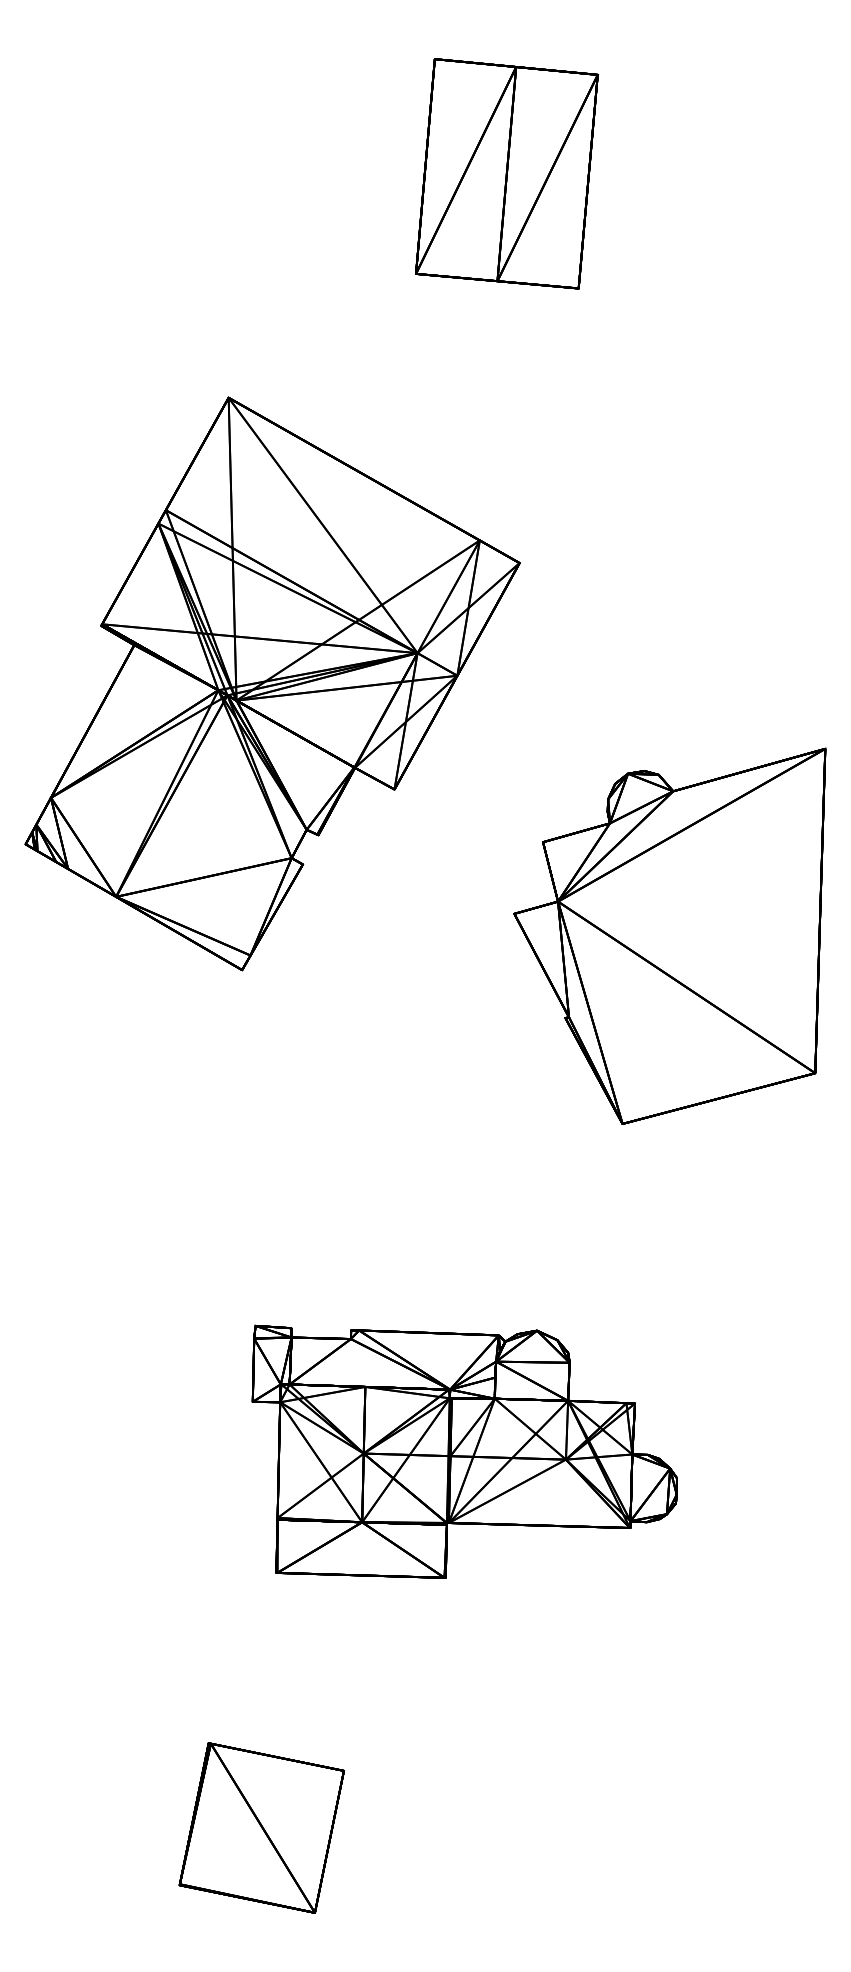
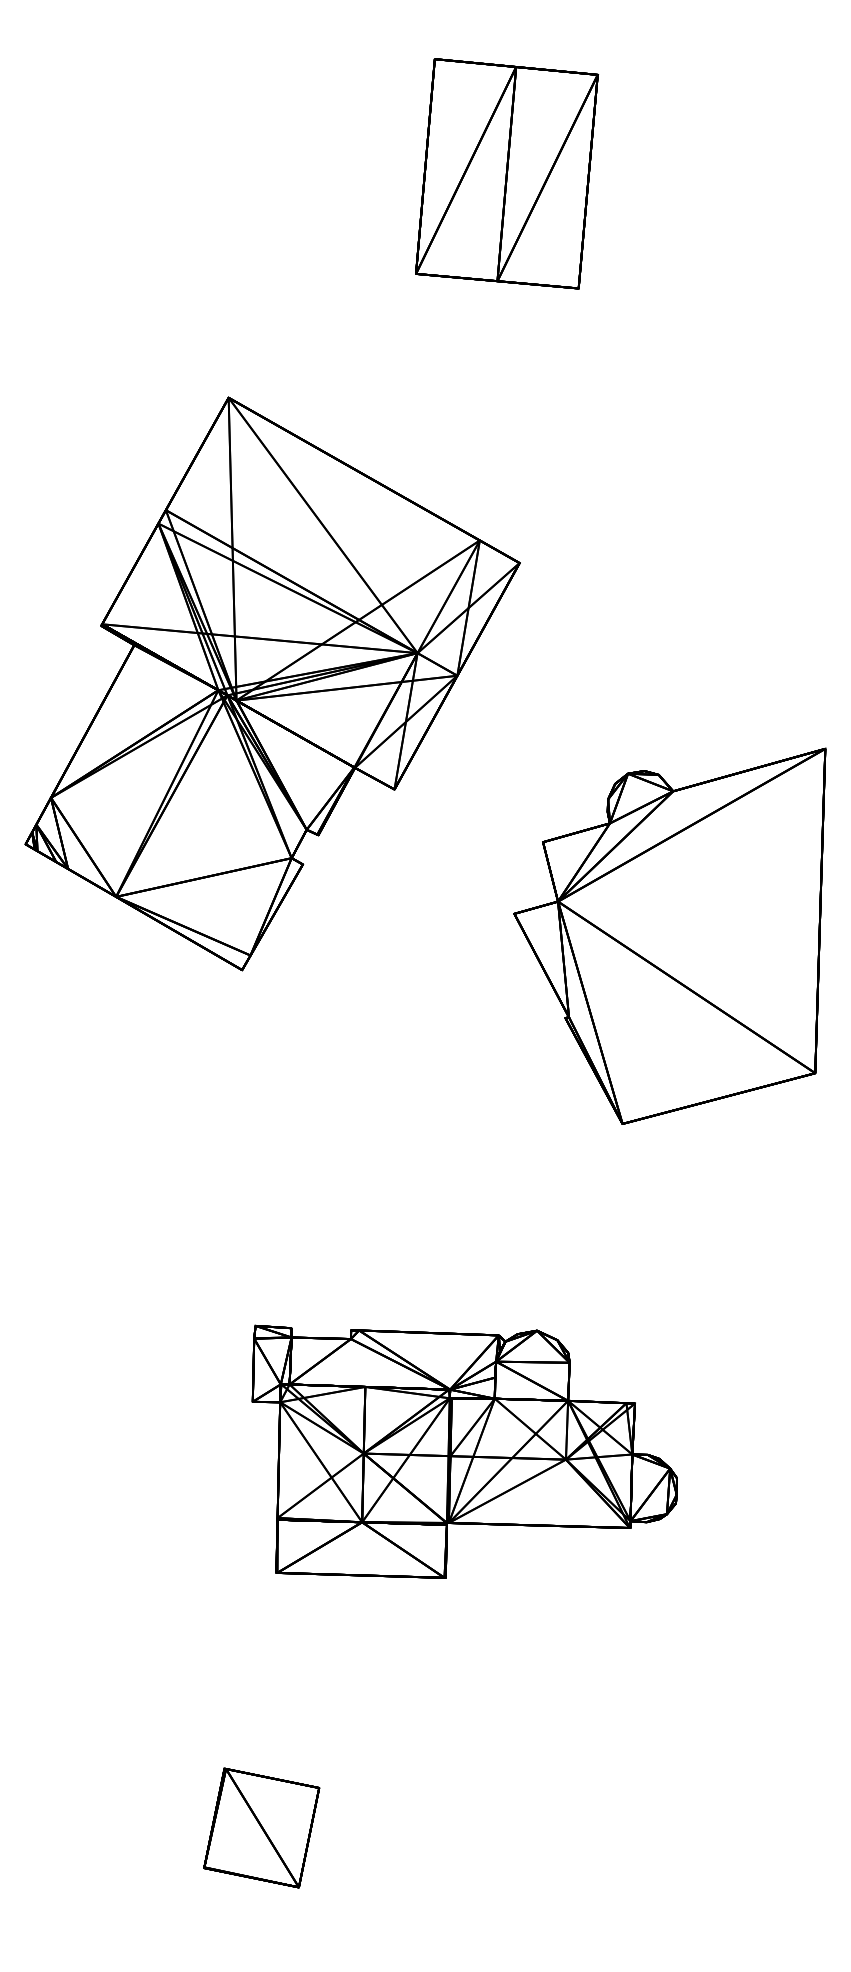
part at (261, 1827) size: 167x172 px -> 118x122 px
